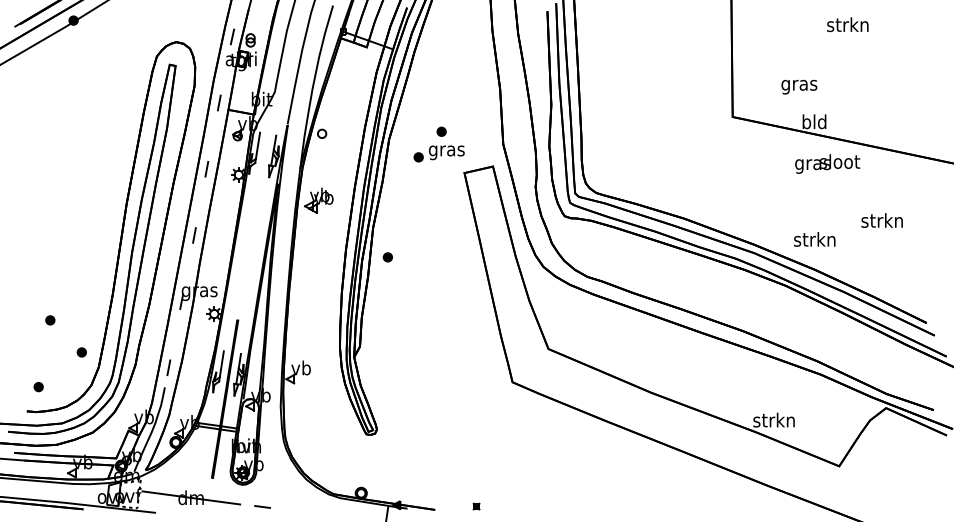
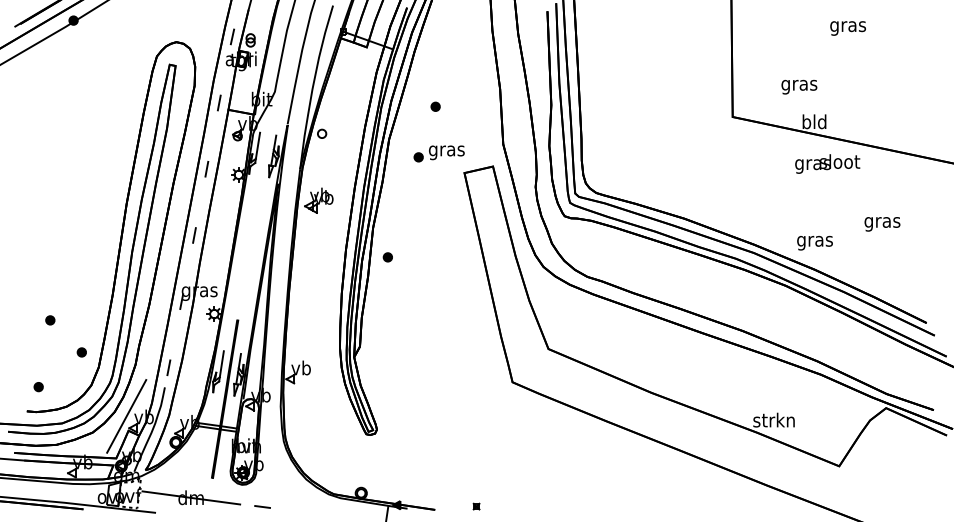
text at (847, 26): strkn -> gras
part at (441, 131) position: (441, 131) -> (435, 106)
text at (881, 222): strkn -> gras
text at (814, 241): strkn -> gras
line at (126, 416): none -> present
